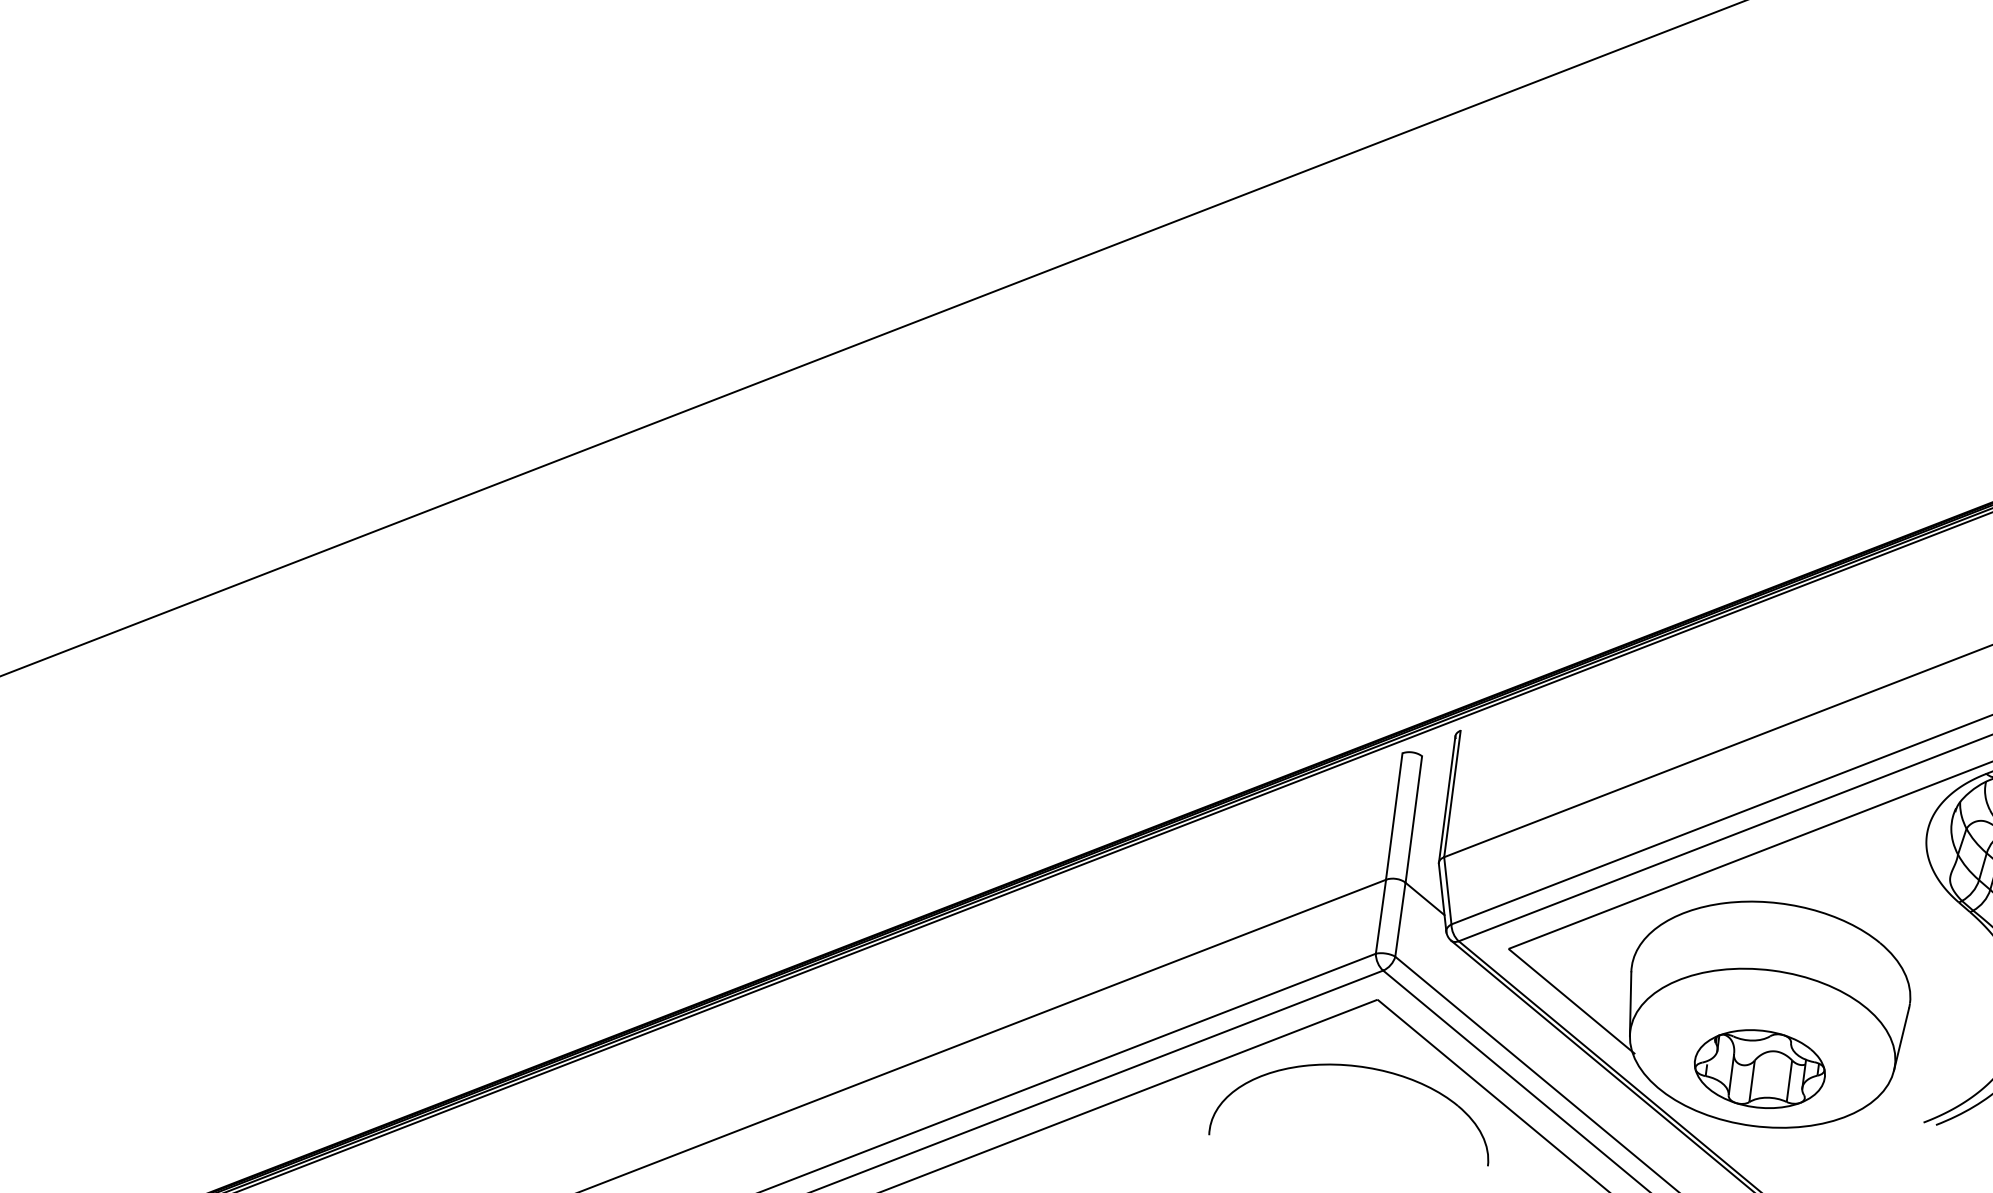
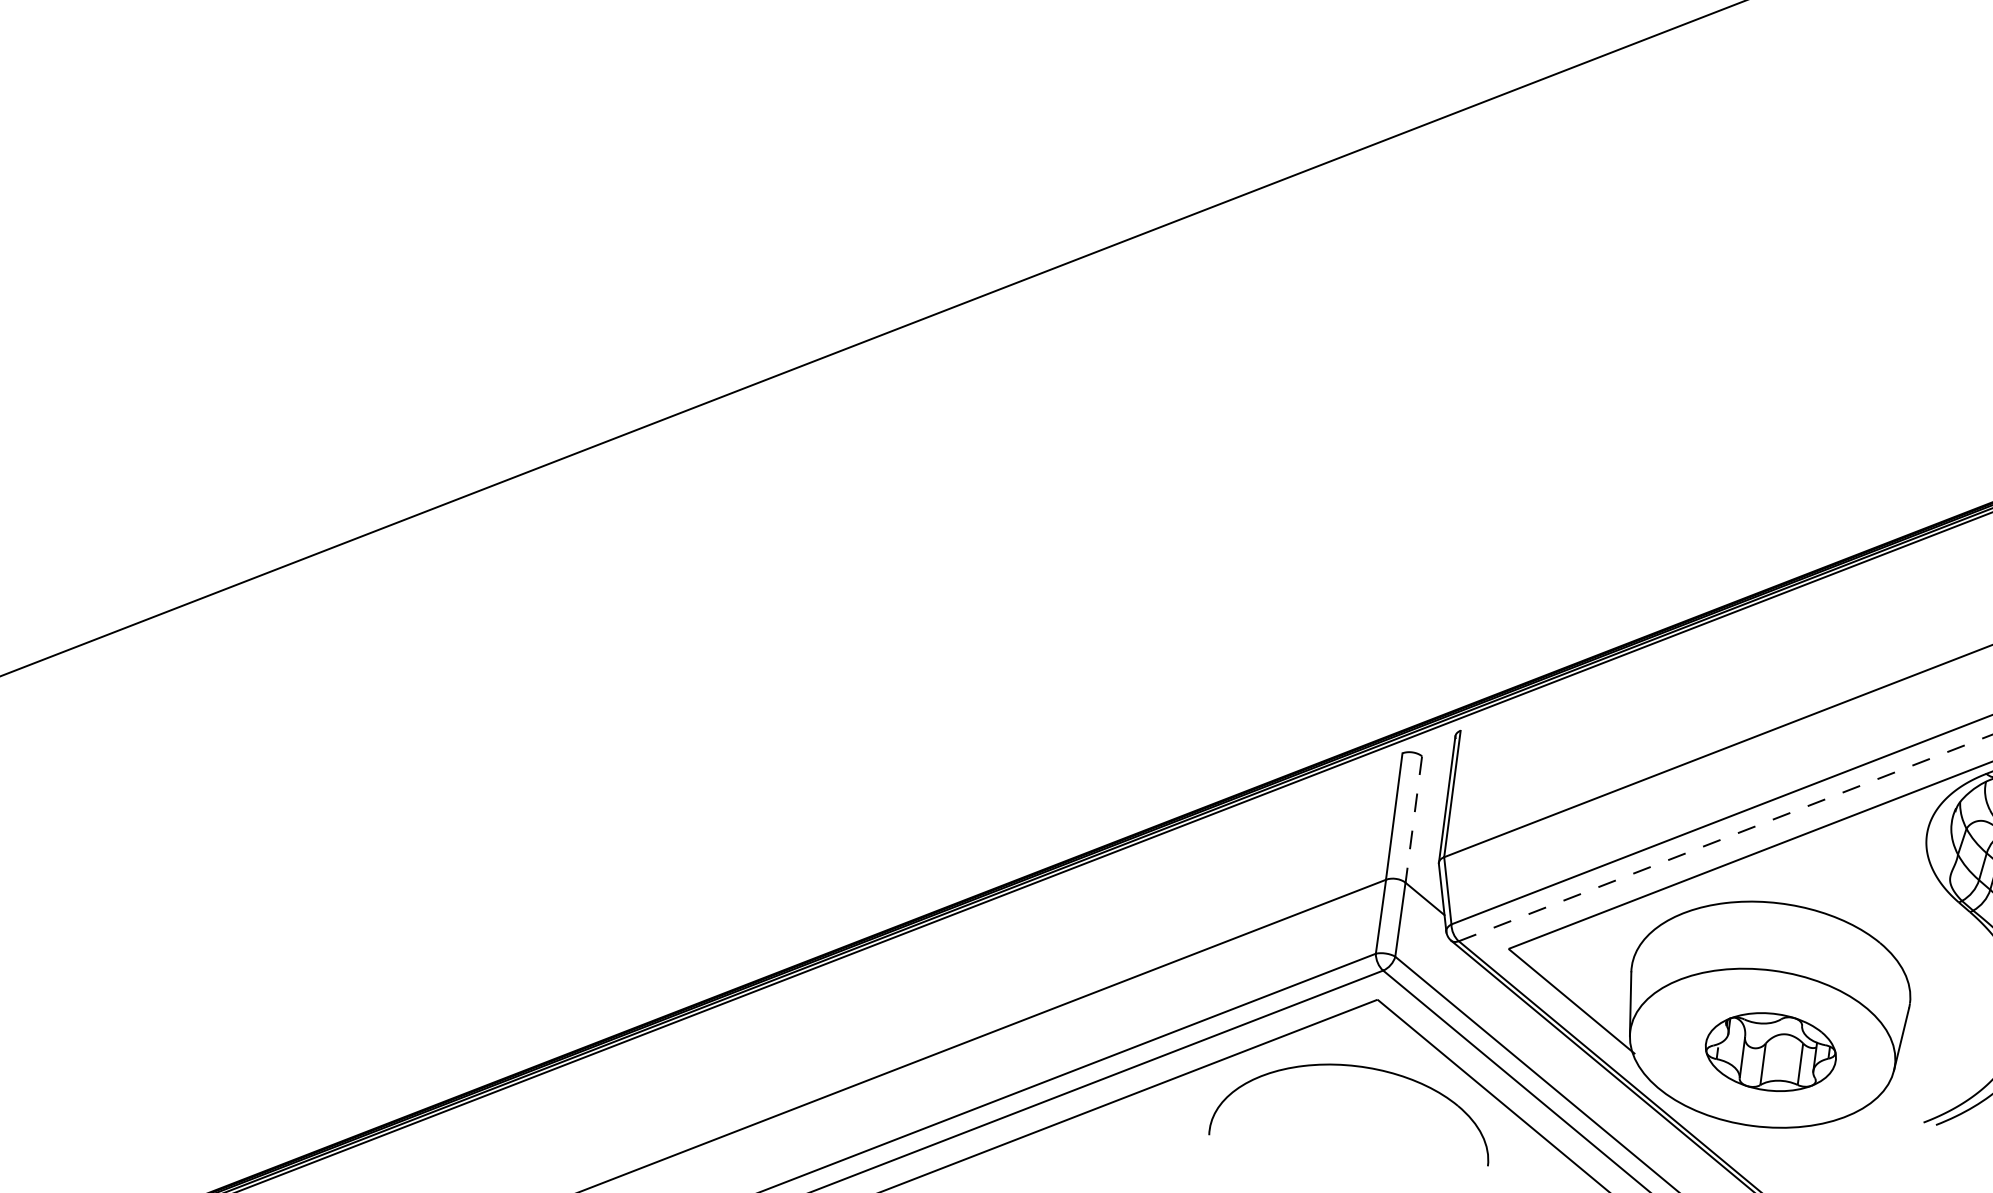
line at (1413, 819): solid -> dashed
line at (1725, 838): solid -> dashed
part at (1759, 1068) position: (1759, 1068) -> (1770, 1051)
